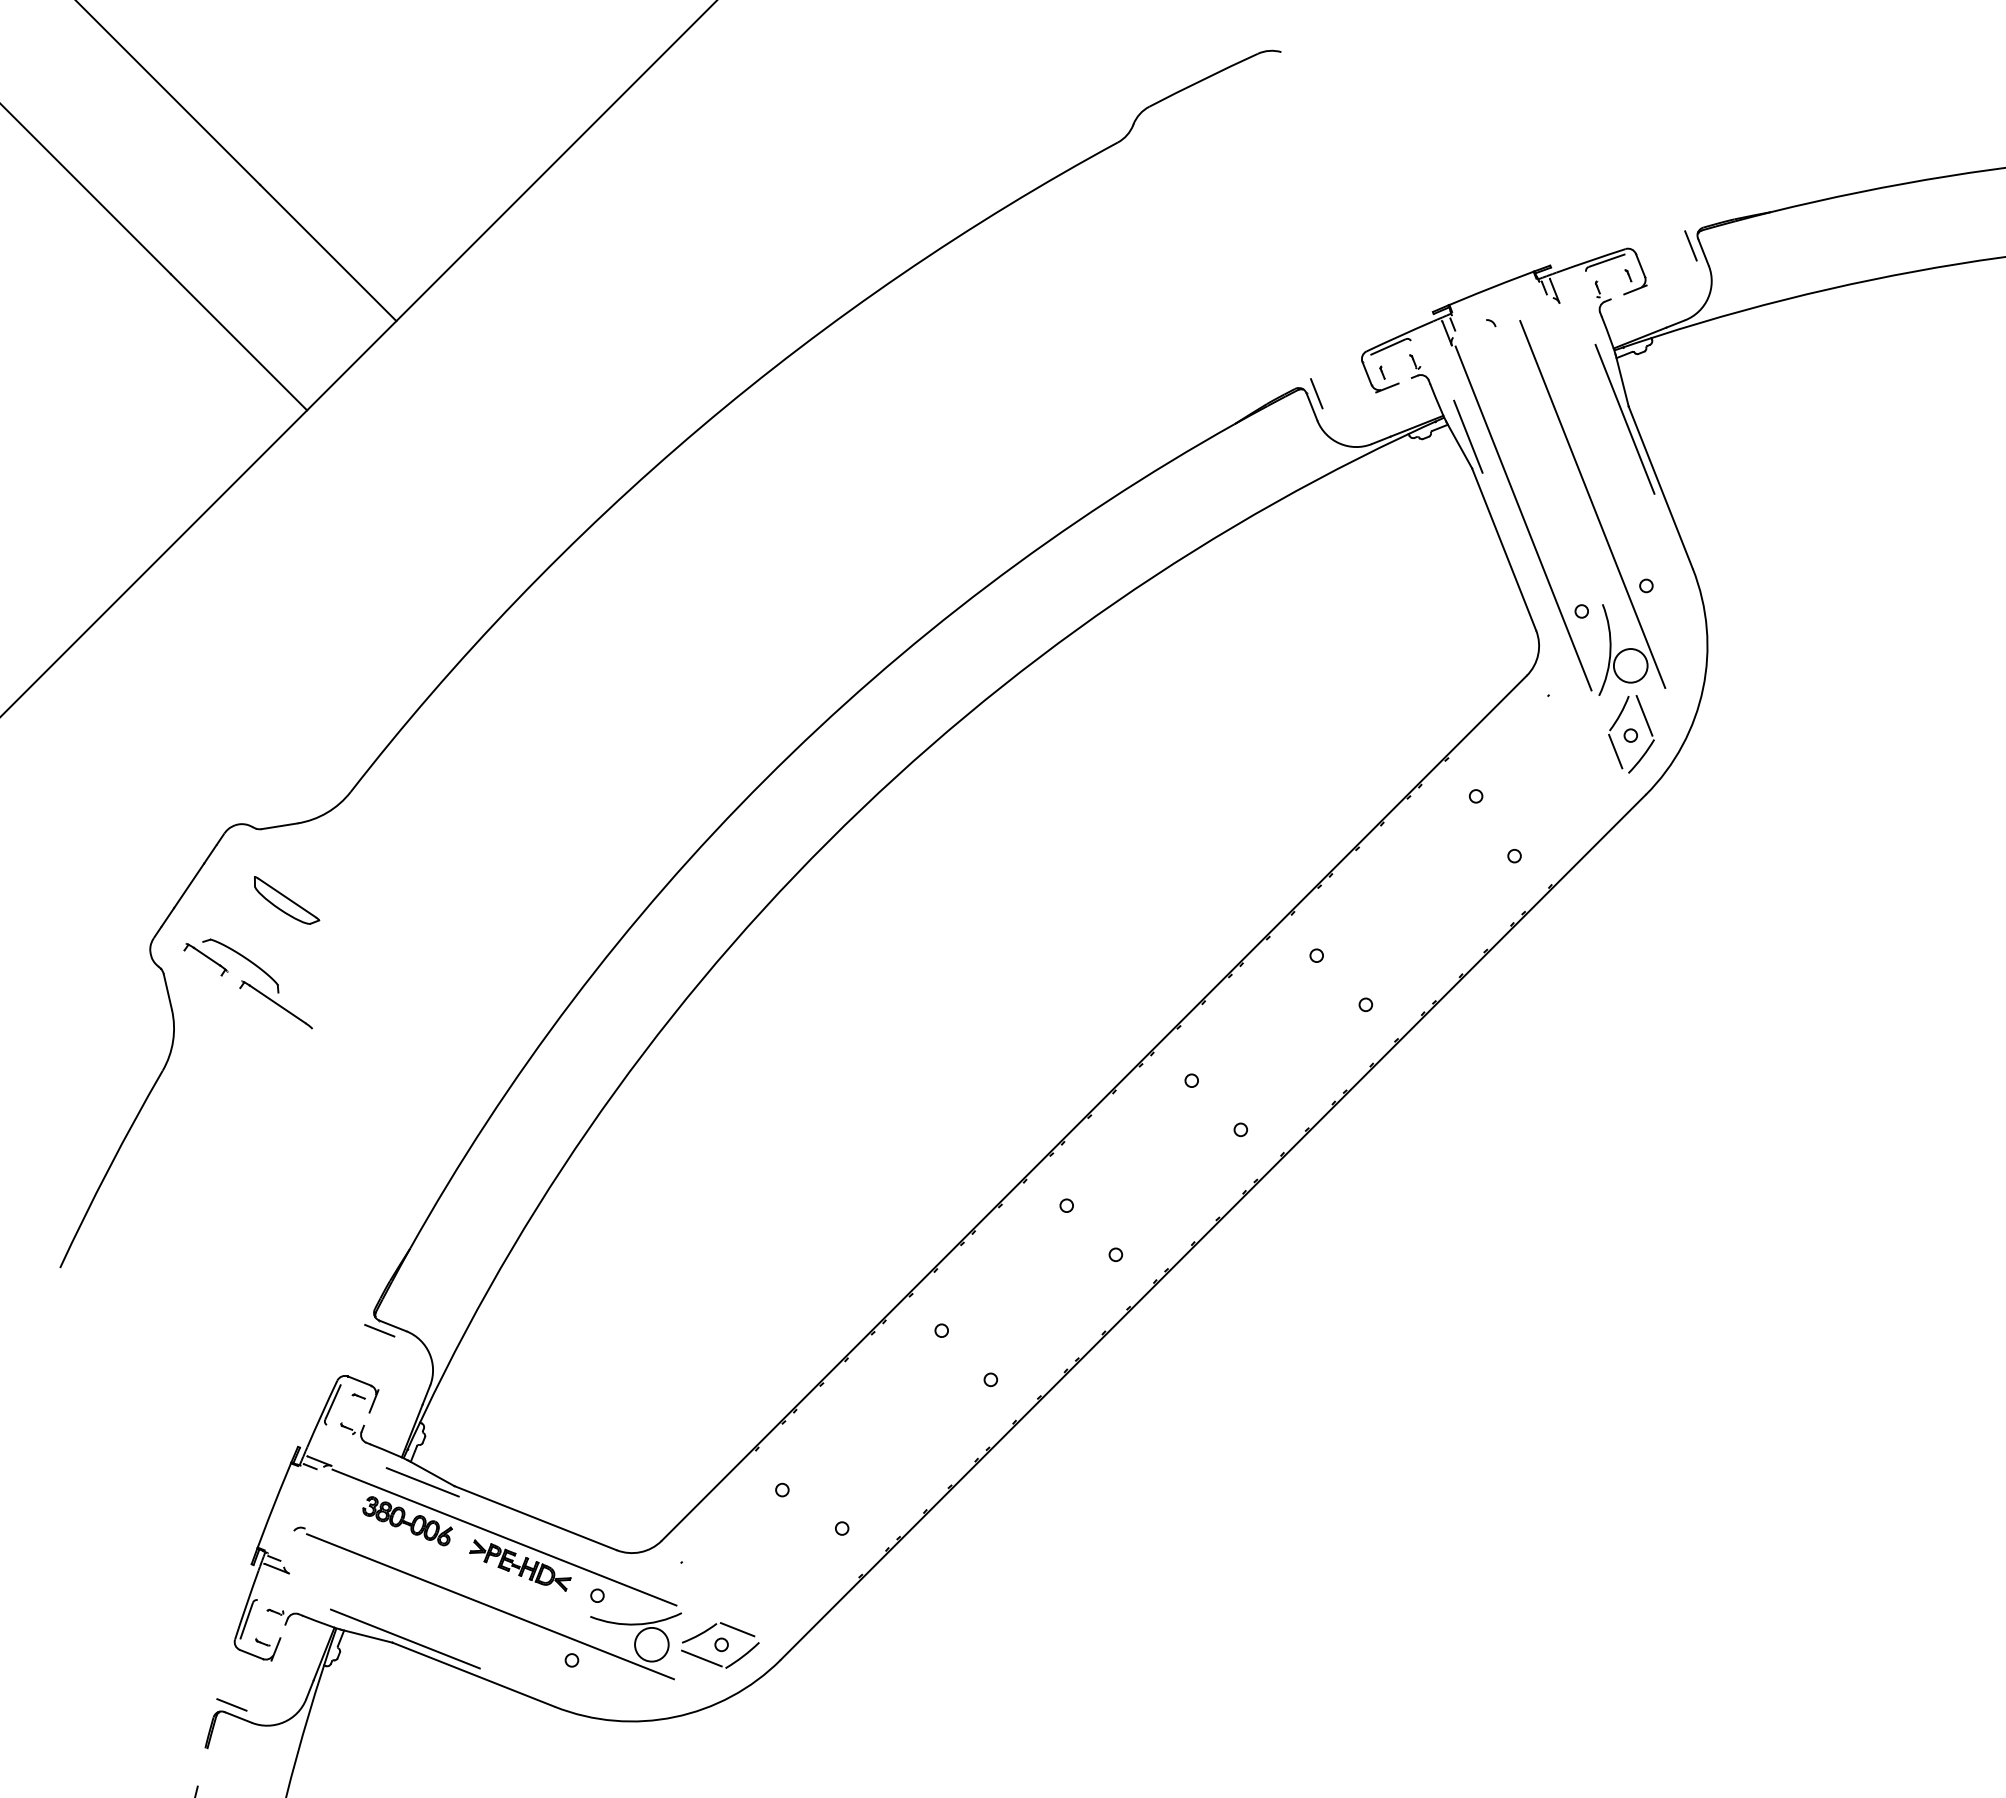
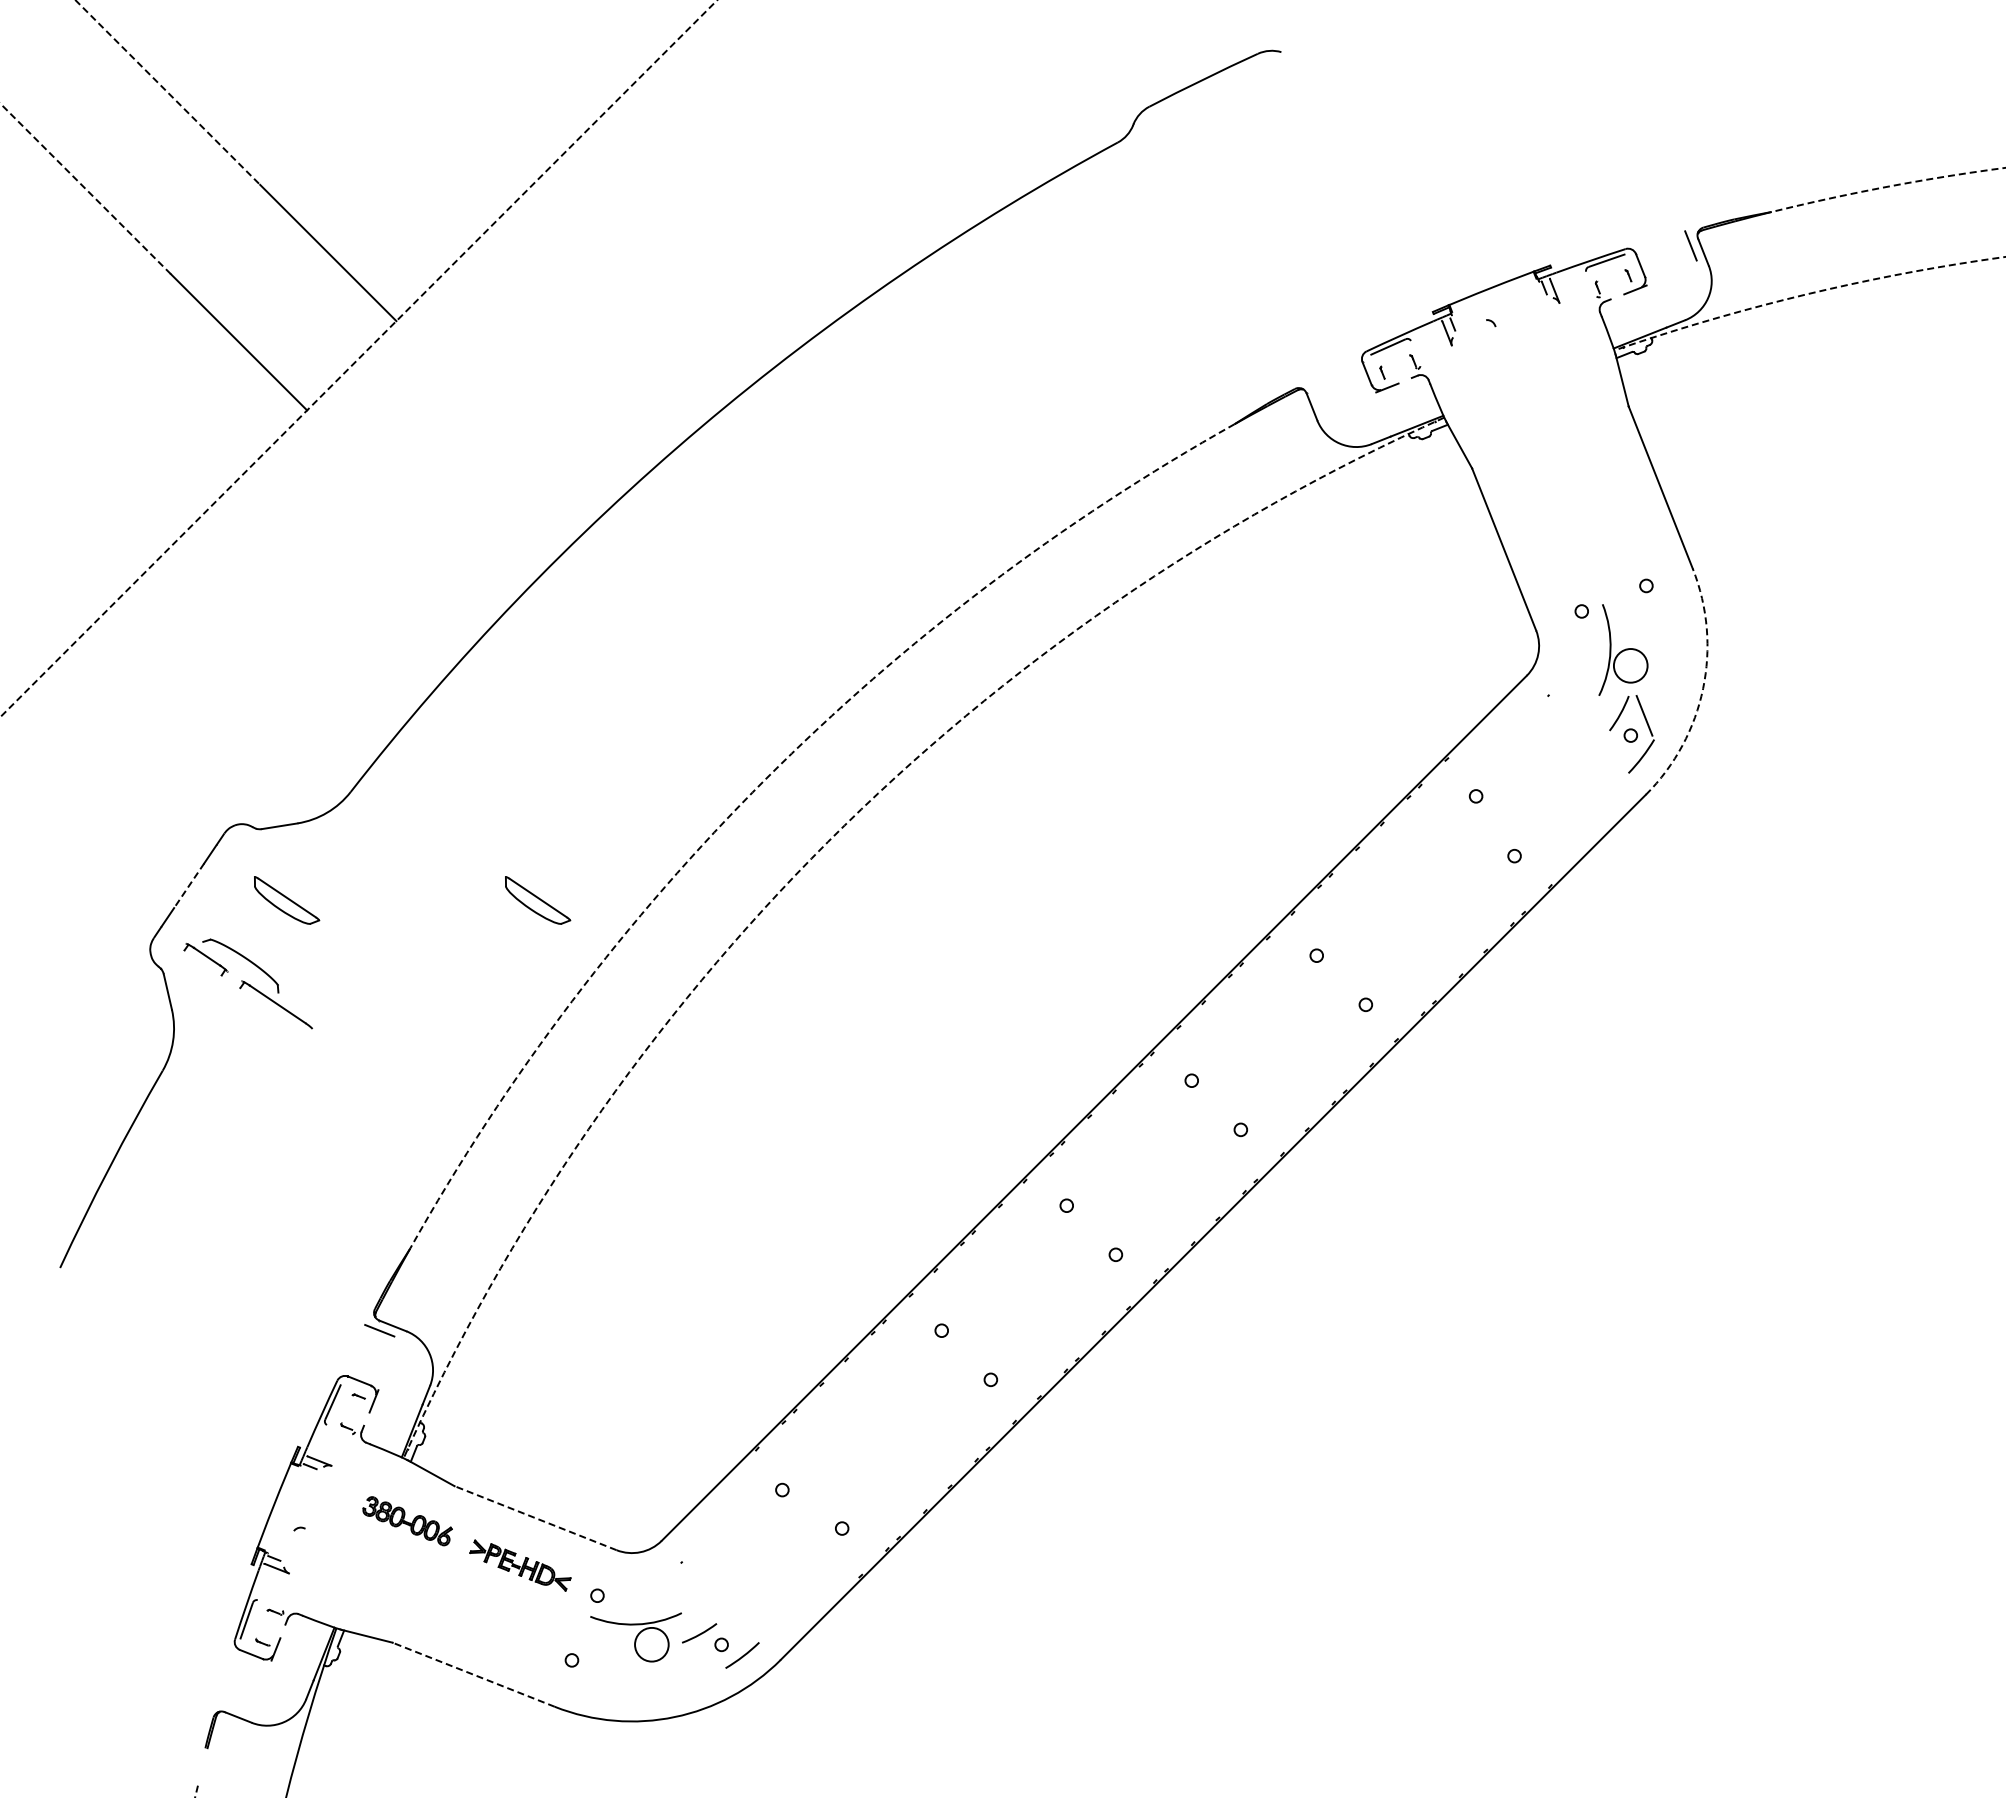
line at (168, 93): solid -> dashed
arc at (1893, 185): solid -> dashed
line at (85, 188): solid -> dashed
arc at (1808, 294): solid -> dashed
line at (358, 358): solid -> dashed
line at (1316, 393): present -> none
line at (1624, 418): present -> none
line at (1468, 436): present -> none
line at (1592, 504): present -> none
line at (1523, 518): present -> none
arc at (1703, 688): solid -> dashed
line at (1615, 751): present -> none
arc at (765, 779): solid -> dashed
arc at (827, 842): solid -> dashed
line at (189, 885): solid -> dashed
part at (538, 900): none -> present
line at (422, 1482): present -> none
line at (535, 1517): solid -> dashed
line at (504, 1537): present -> none
line at (490, 1606): present -> none
line at (737, 1629): present -> none
line at (404, 1638): present -> none
line at (701, 1658): present -> none
line at (473, 1674): solid -> dashed
line at (231, 1704): present -> none
